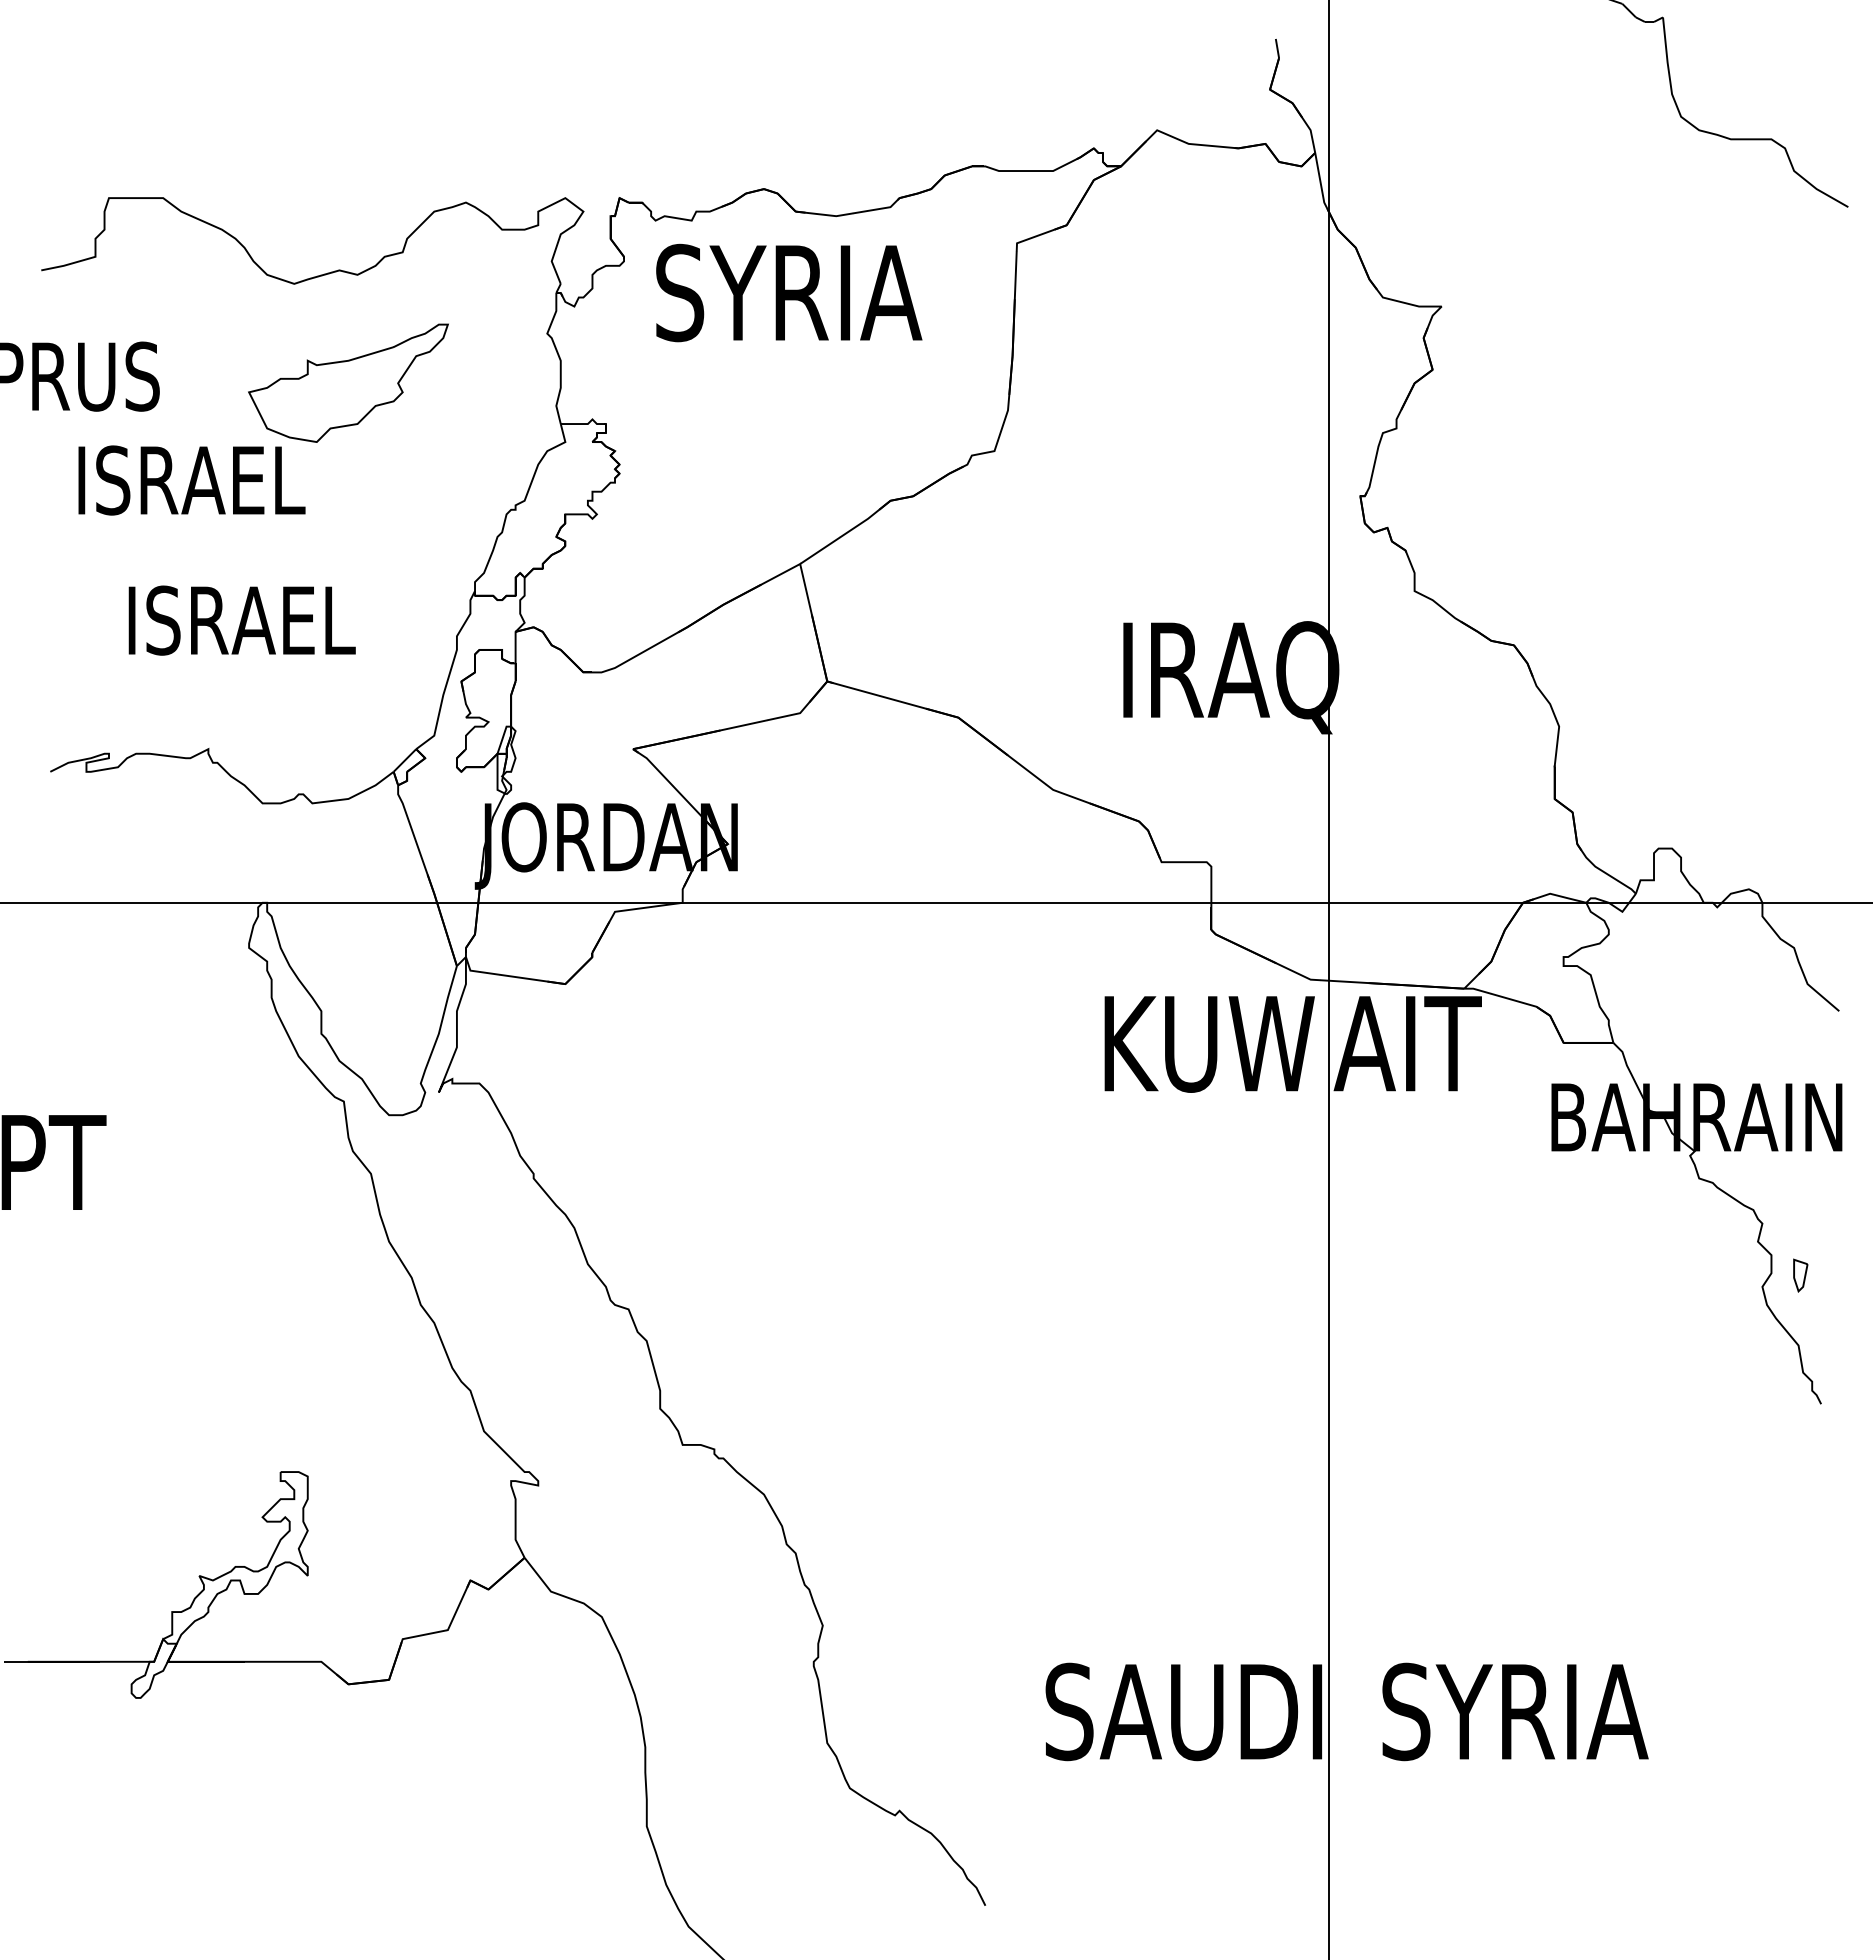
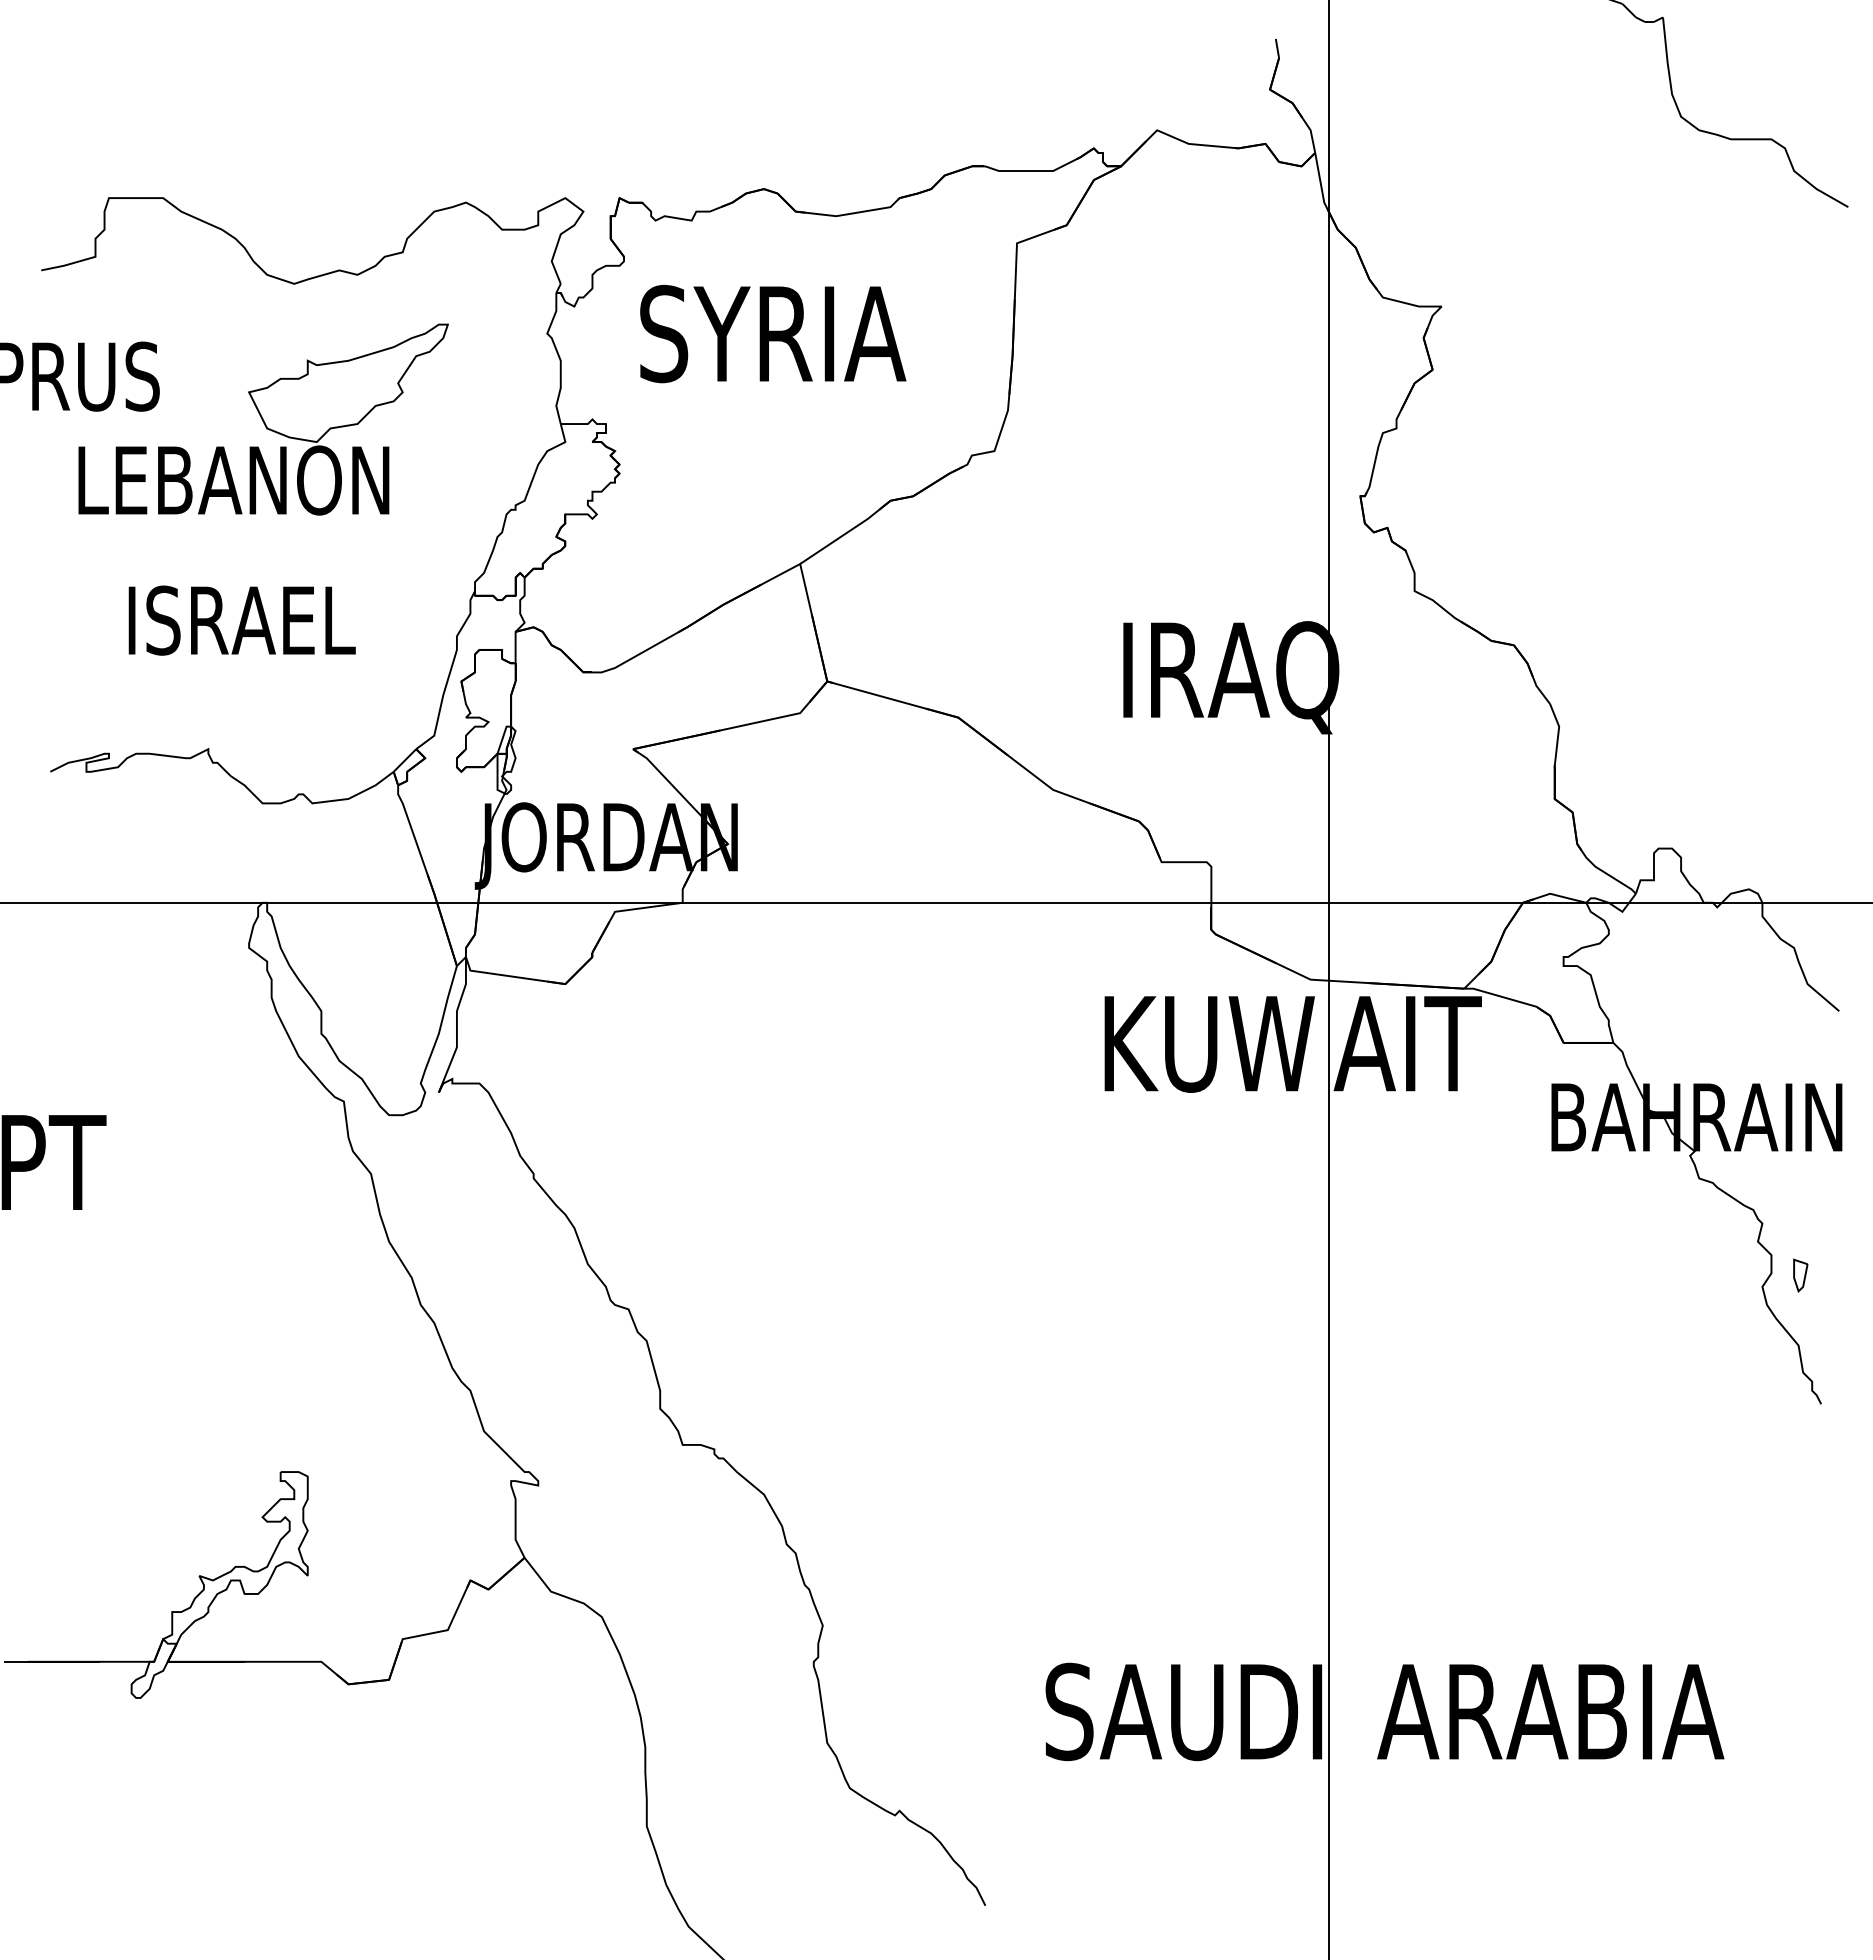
text at (789, 292) position: (789, 292) -> (773, 333)
text at (237, 480): ISRAEL -> LEBANON
text at (1550, 1711): SYRIA -> ARABIA
